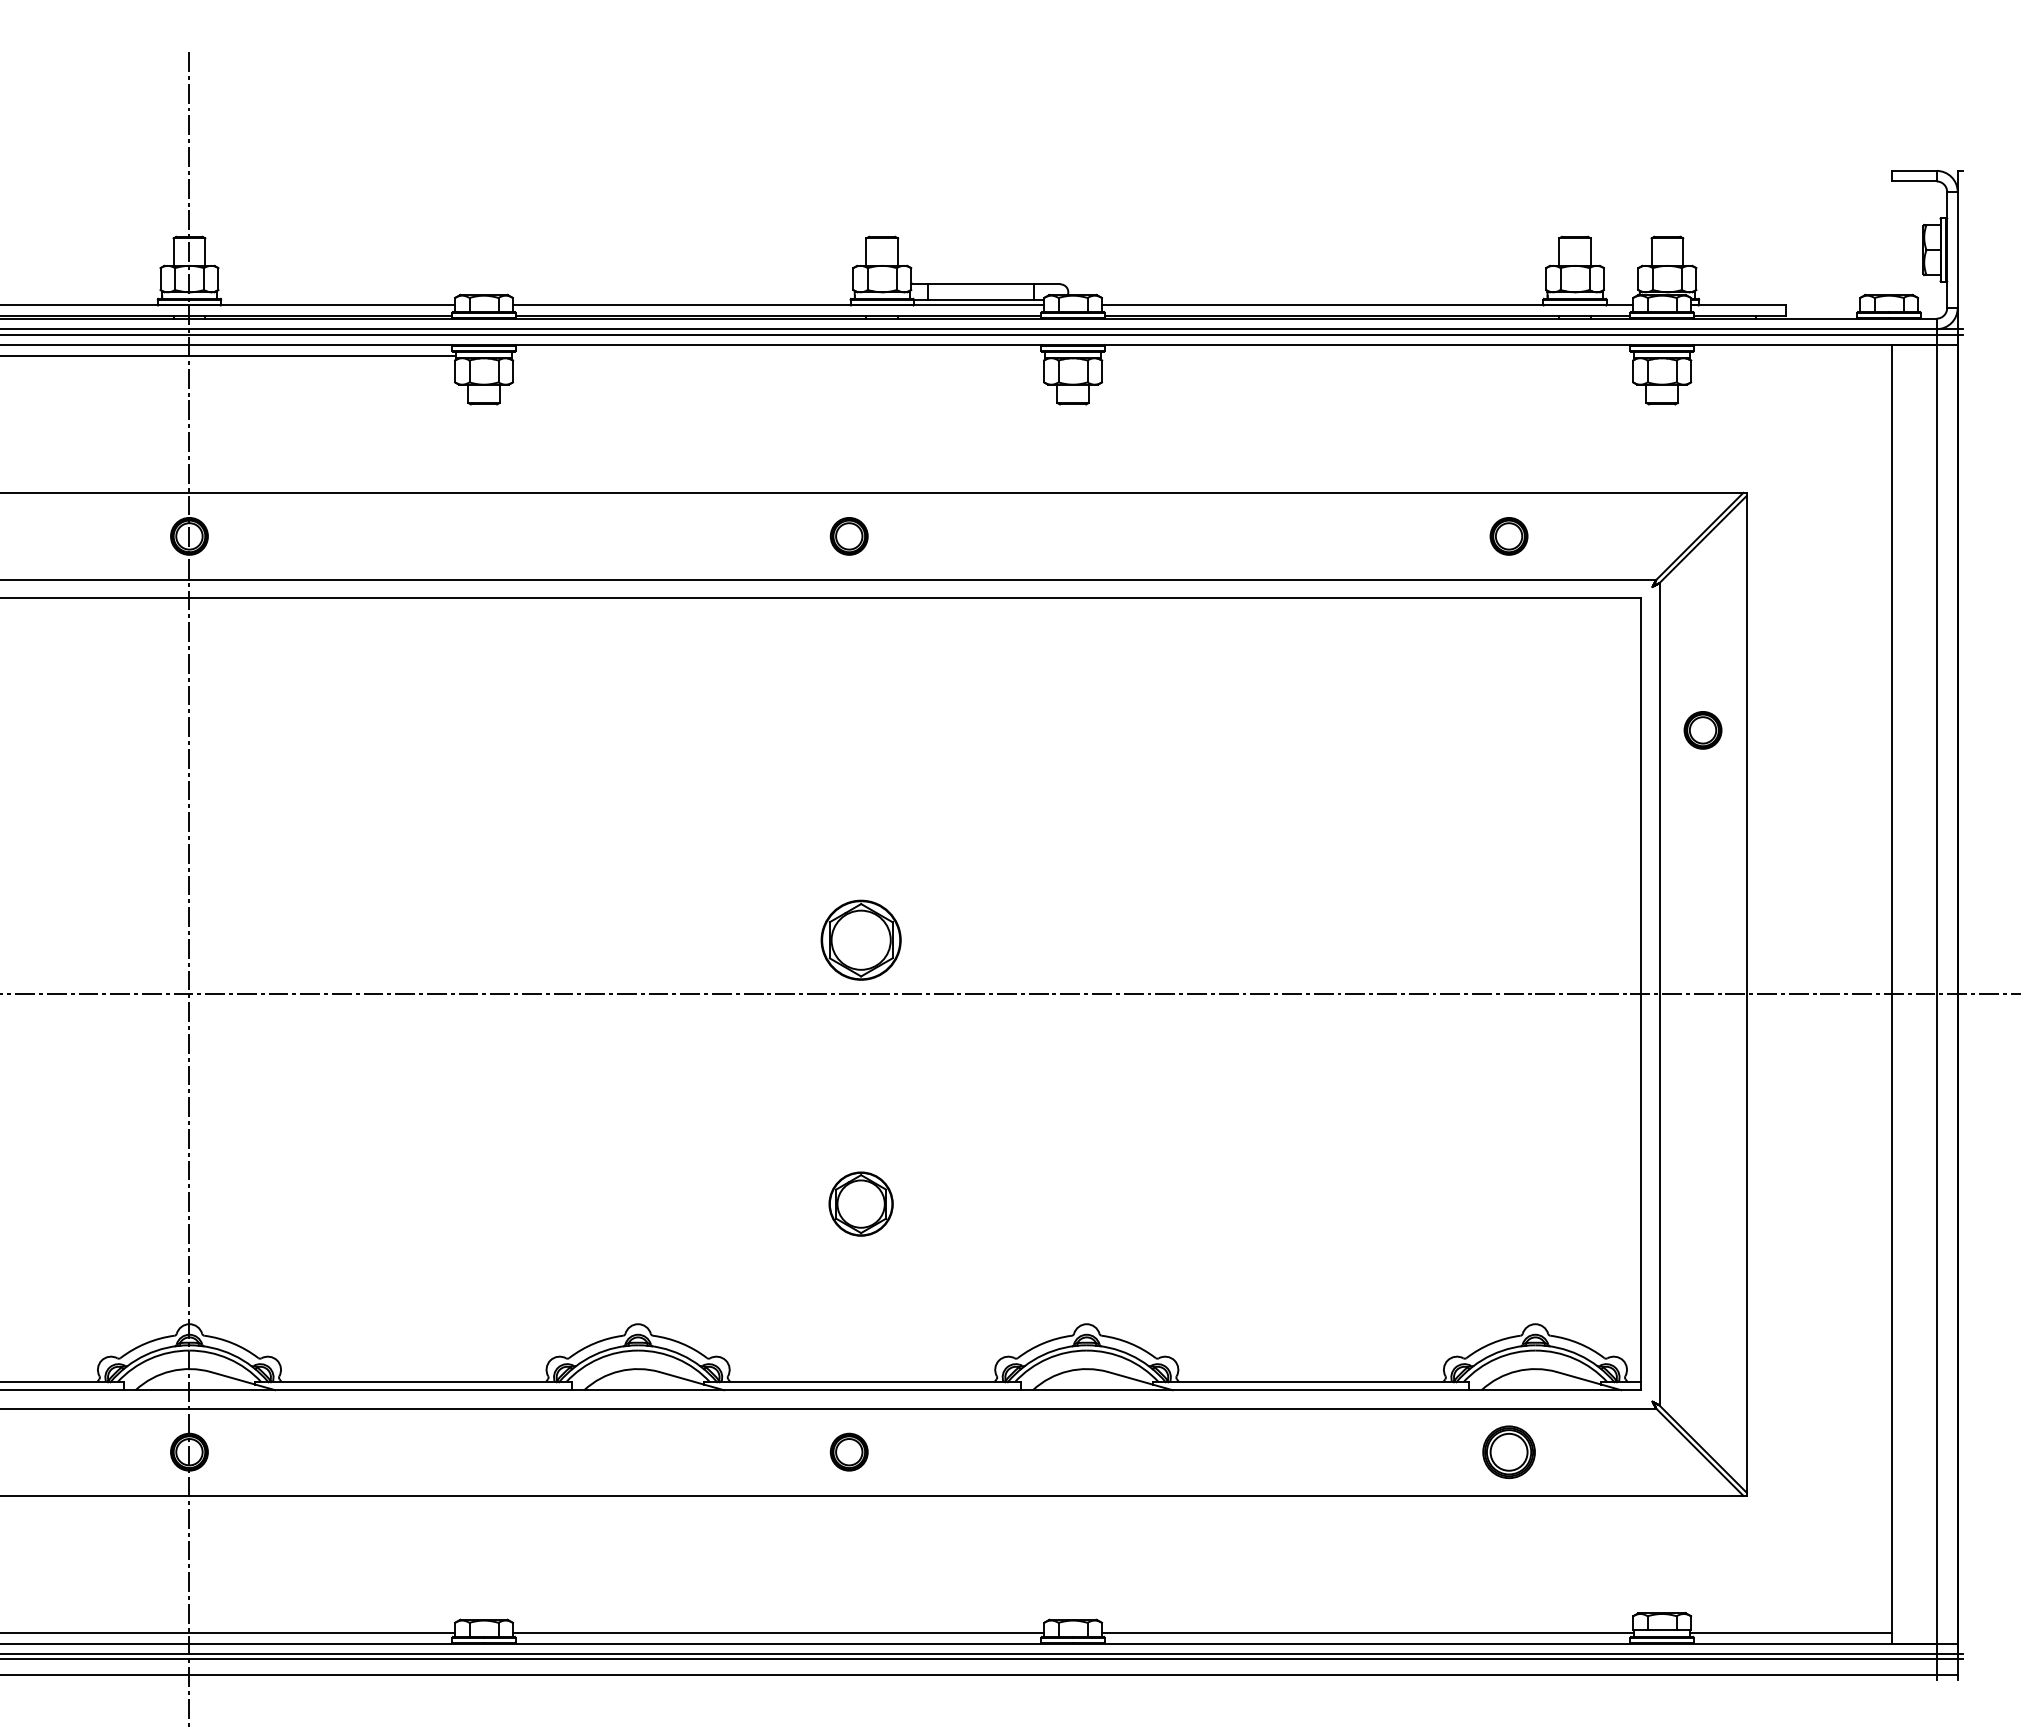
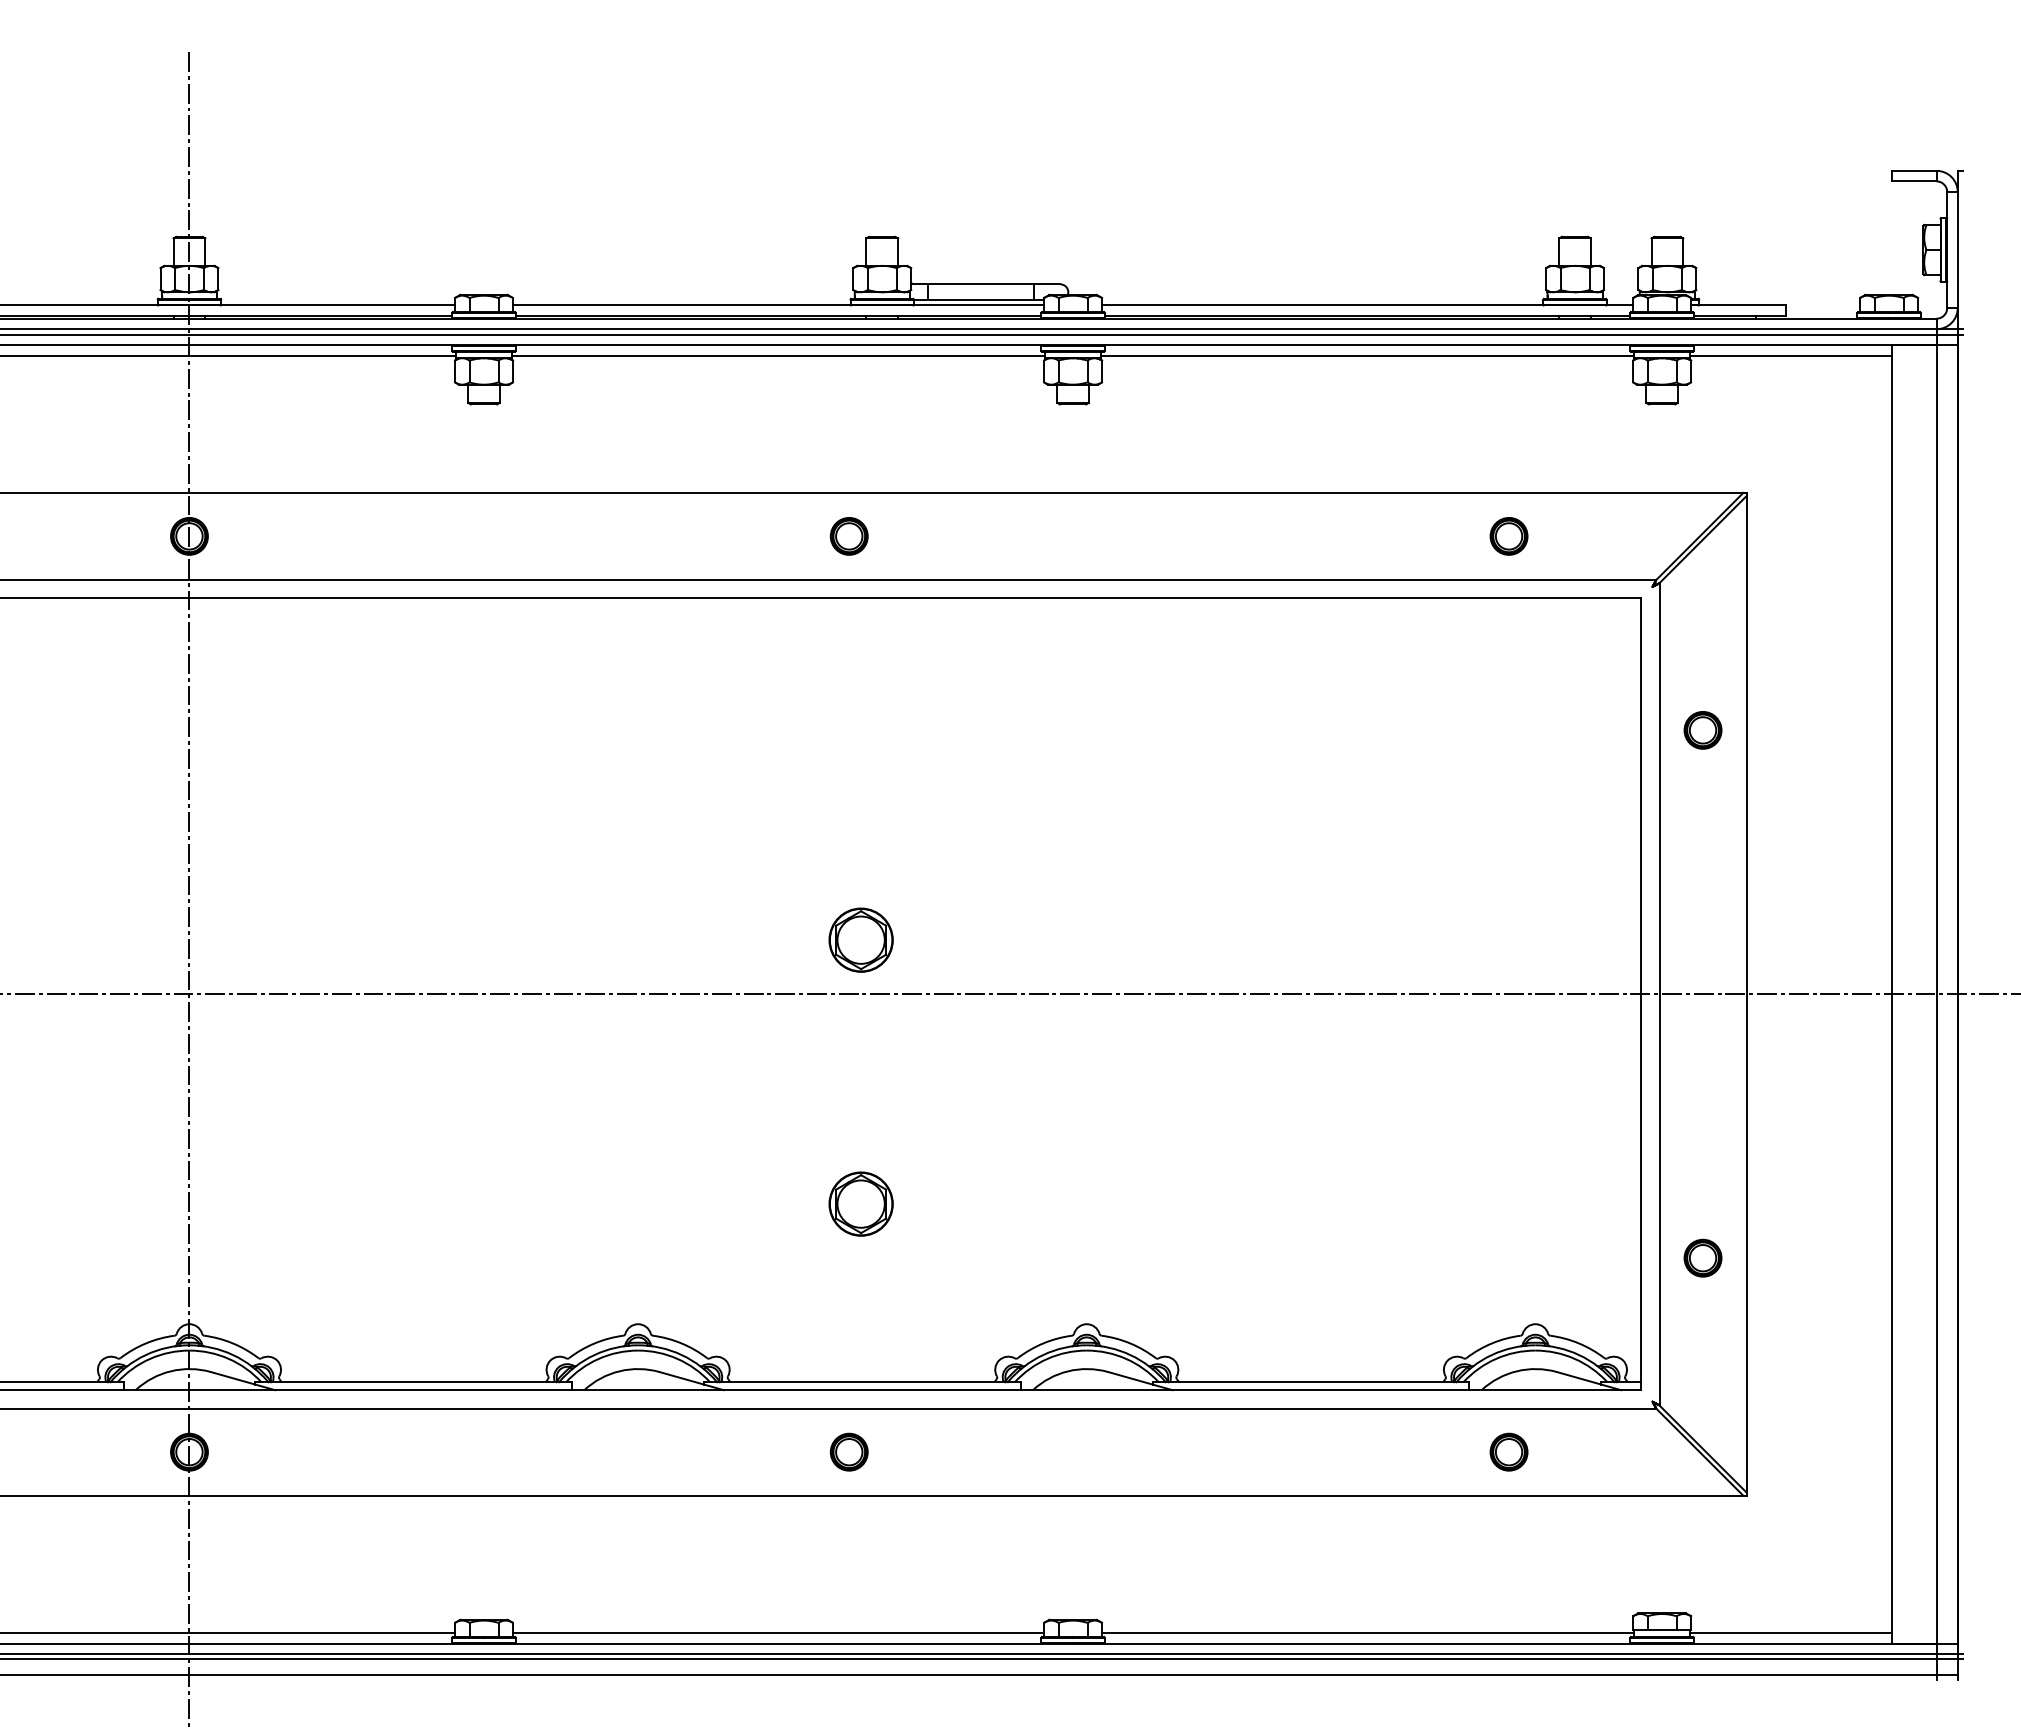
line at (778, 355): none -> present
line at (1367, 355): none -> present
line at (1790, 355): none -> present
part at (860, 939) size: 82x82 px -> 66x66 px
part at (1702, 1257): none -> present
part at (1508, 1451) size: 54x54 px -> 40x40 px
